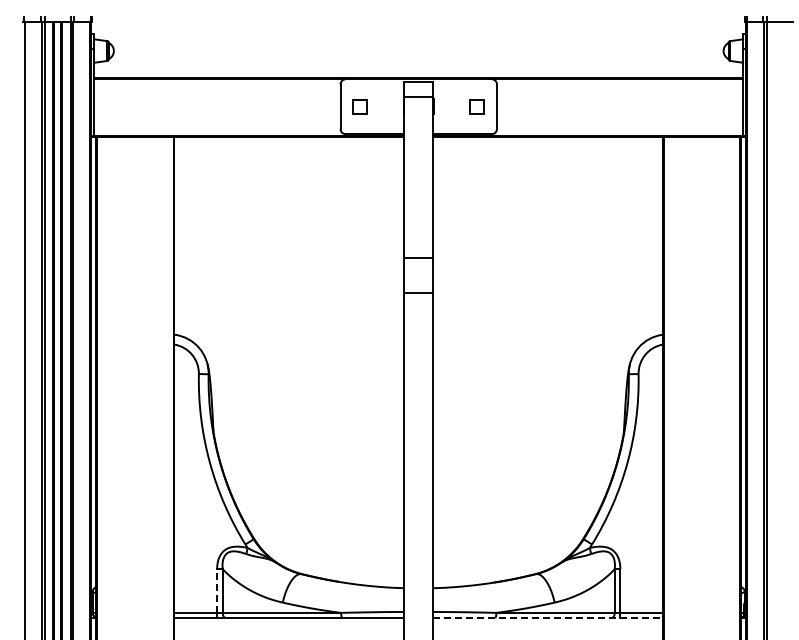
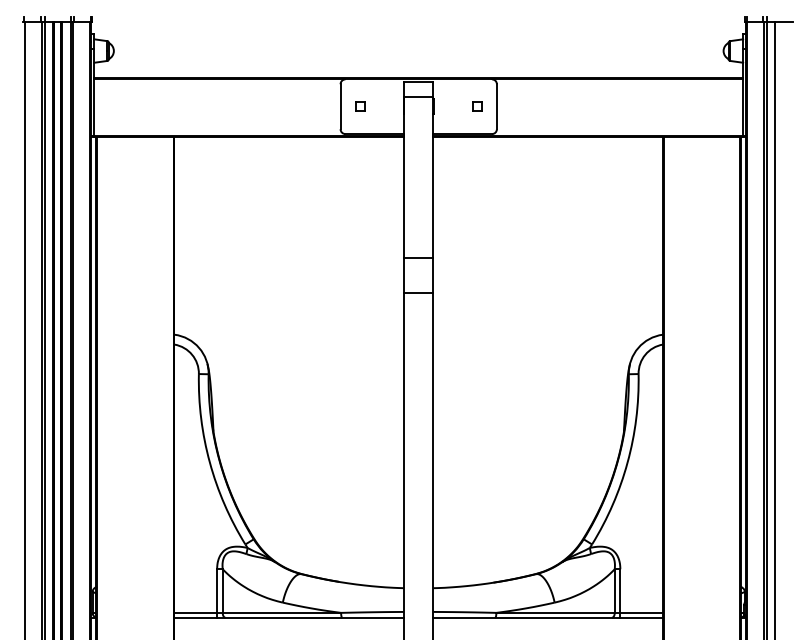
part at (359, 106) size: 16x16 px -> 11x11 px
part at (476, 106) size: 16x16 px -> 11x11 px
line at (775, 328): none -> present
line at (217, 591): dashed -> solid
line at (548, 617): dashed -> solid
